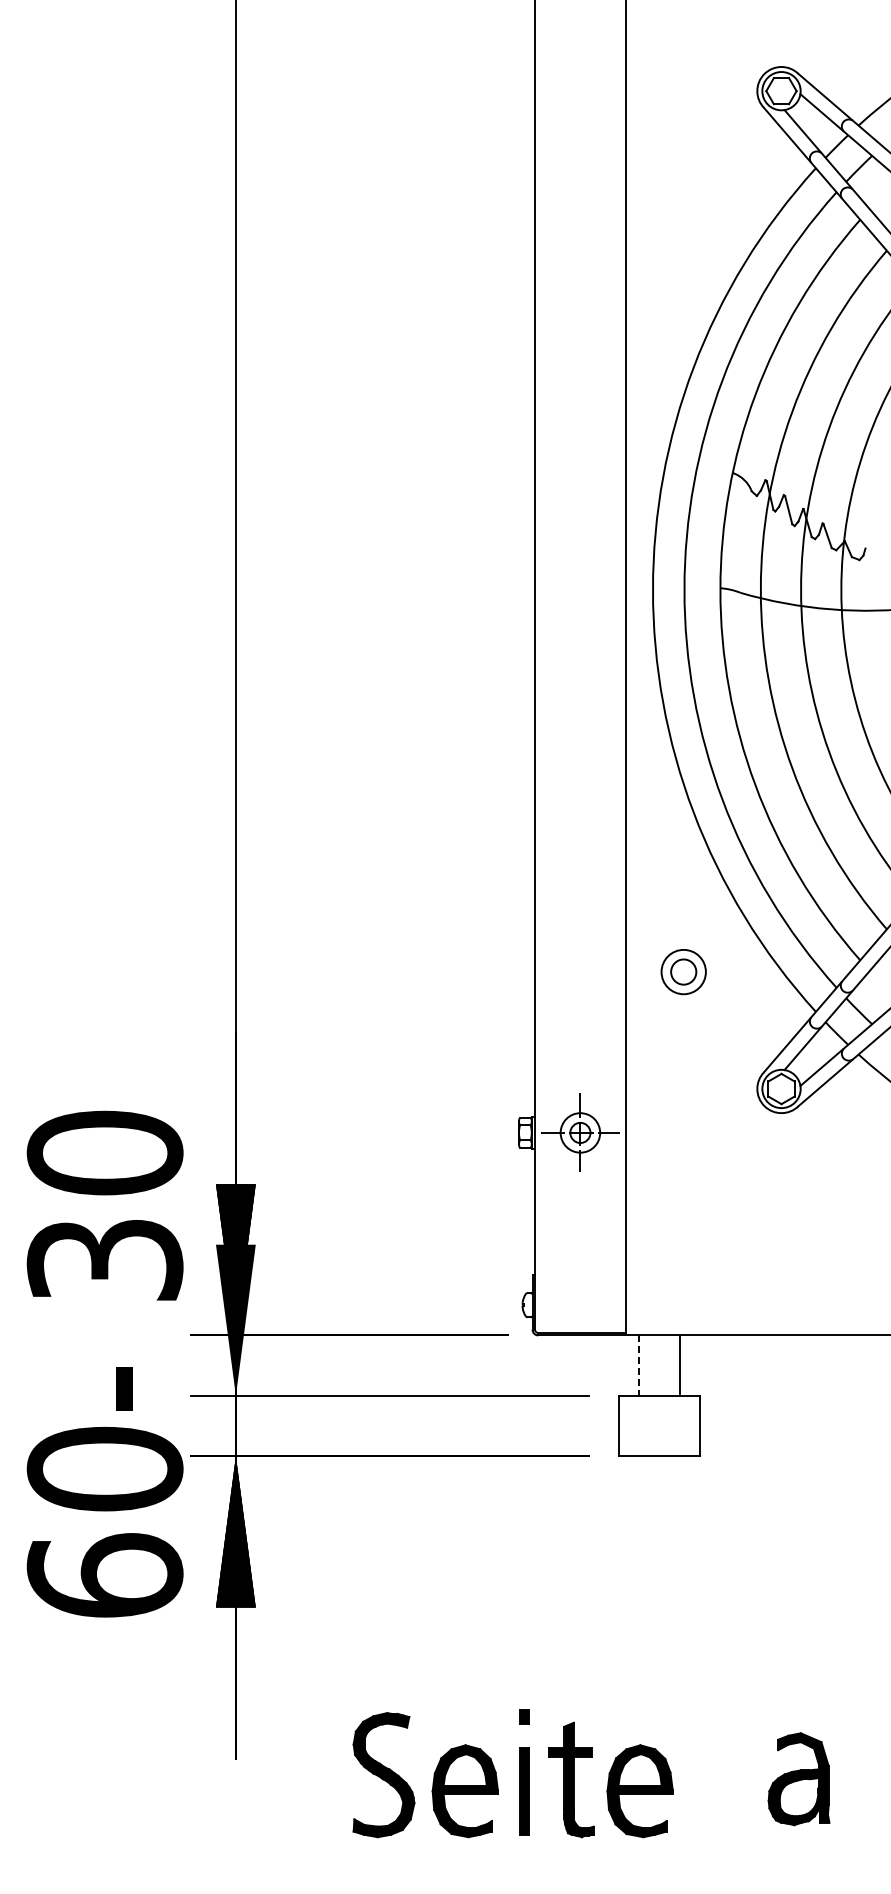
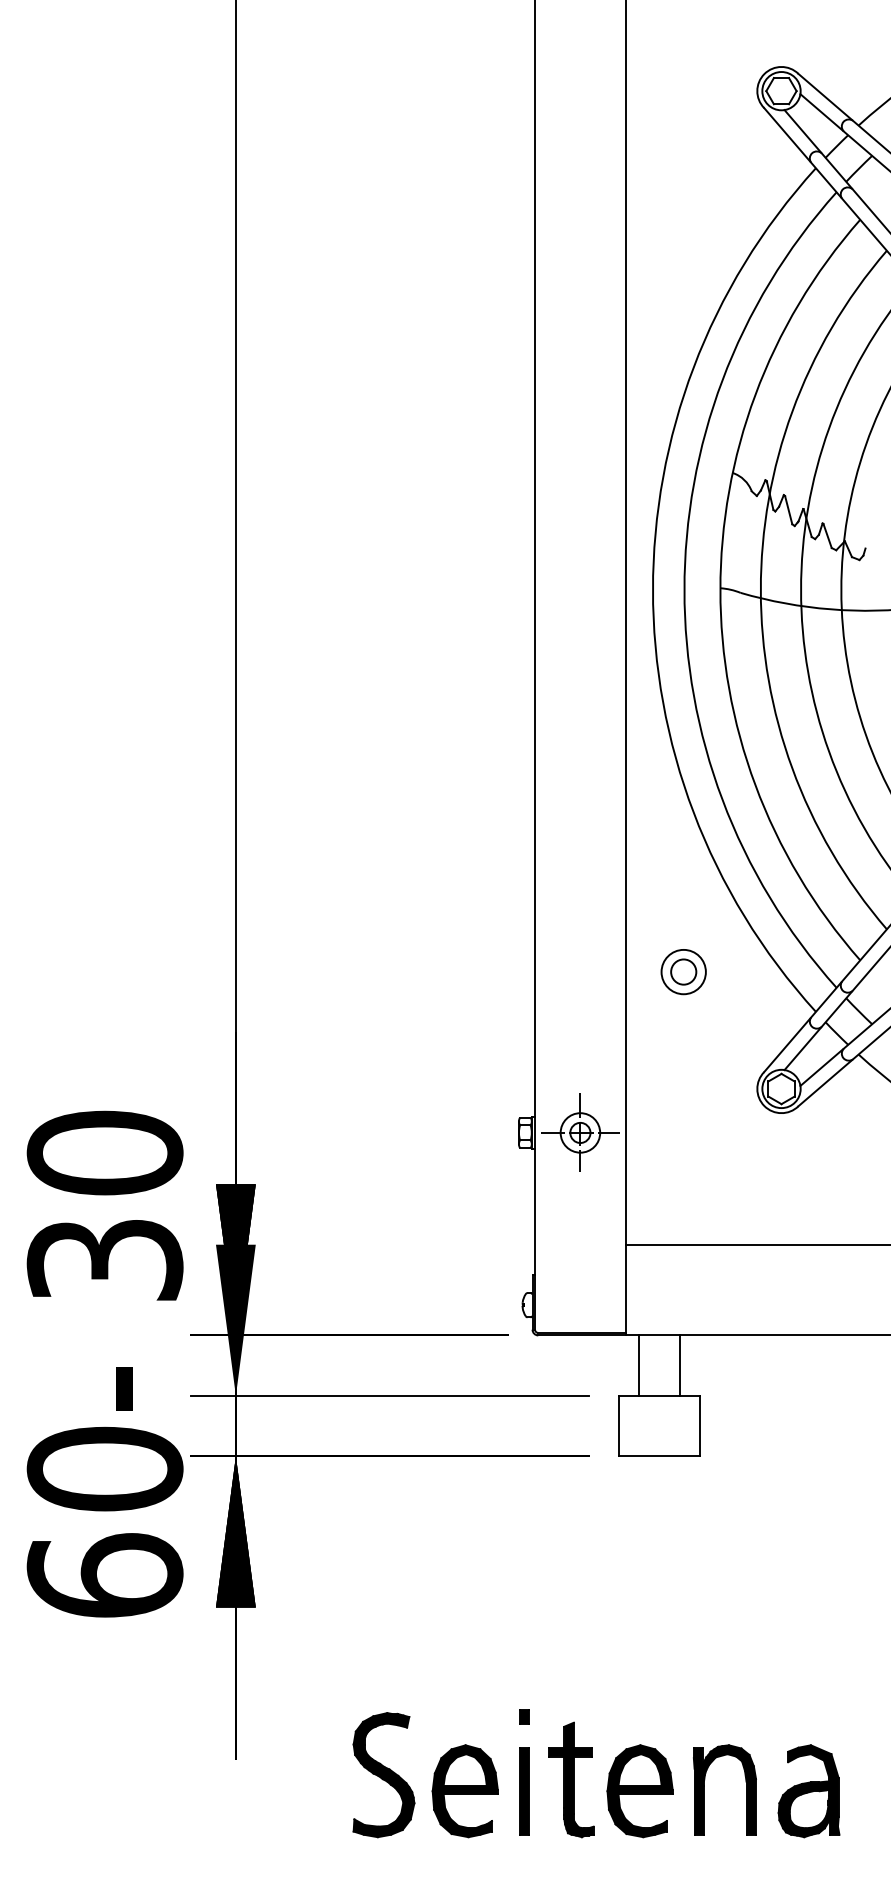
line at (756, 1244): none -> present
line at (639, 1366): dashed -> solid
part at (798, 1779) position: (798, 1779) -> (808, 1791)
part at (704, 1789): none -> present
